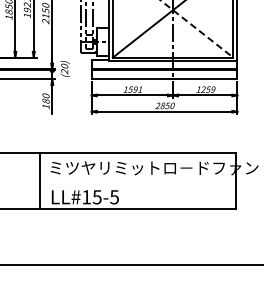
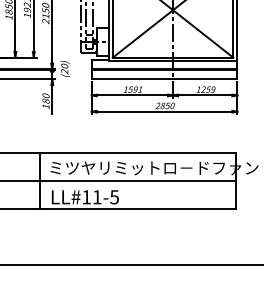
line at (197, 29): dashed -> solid
line at (119, 181): none -> present
text at (96, 197): LL#15-5 -> LL#11-5
